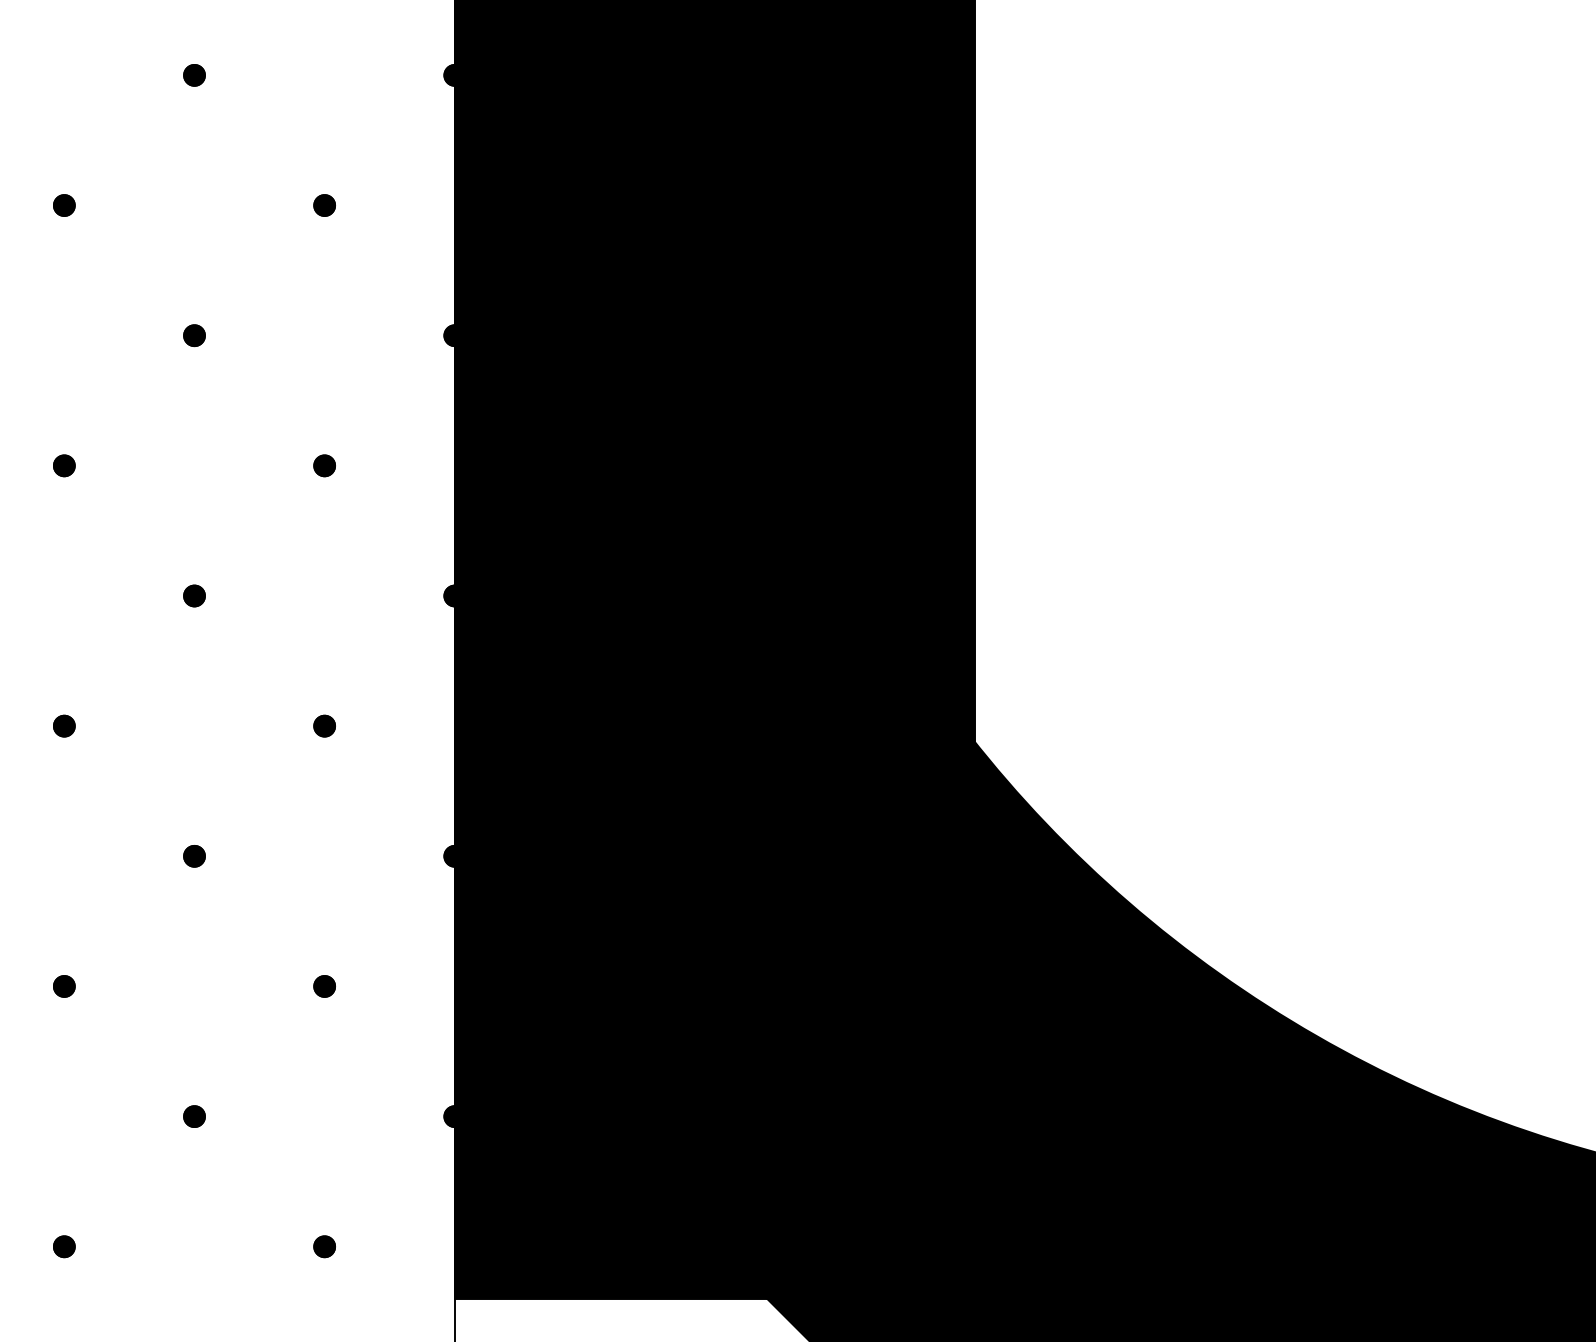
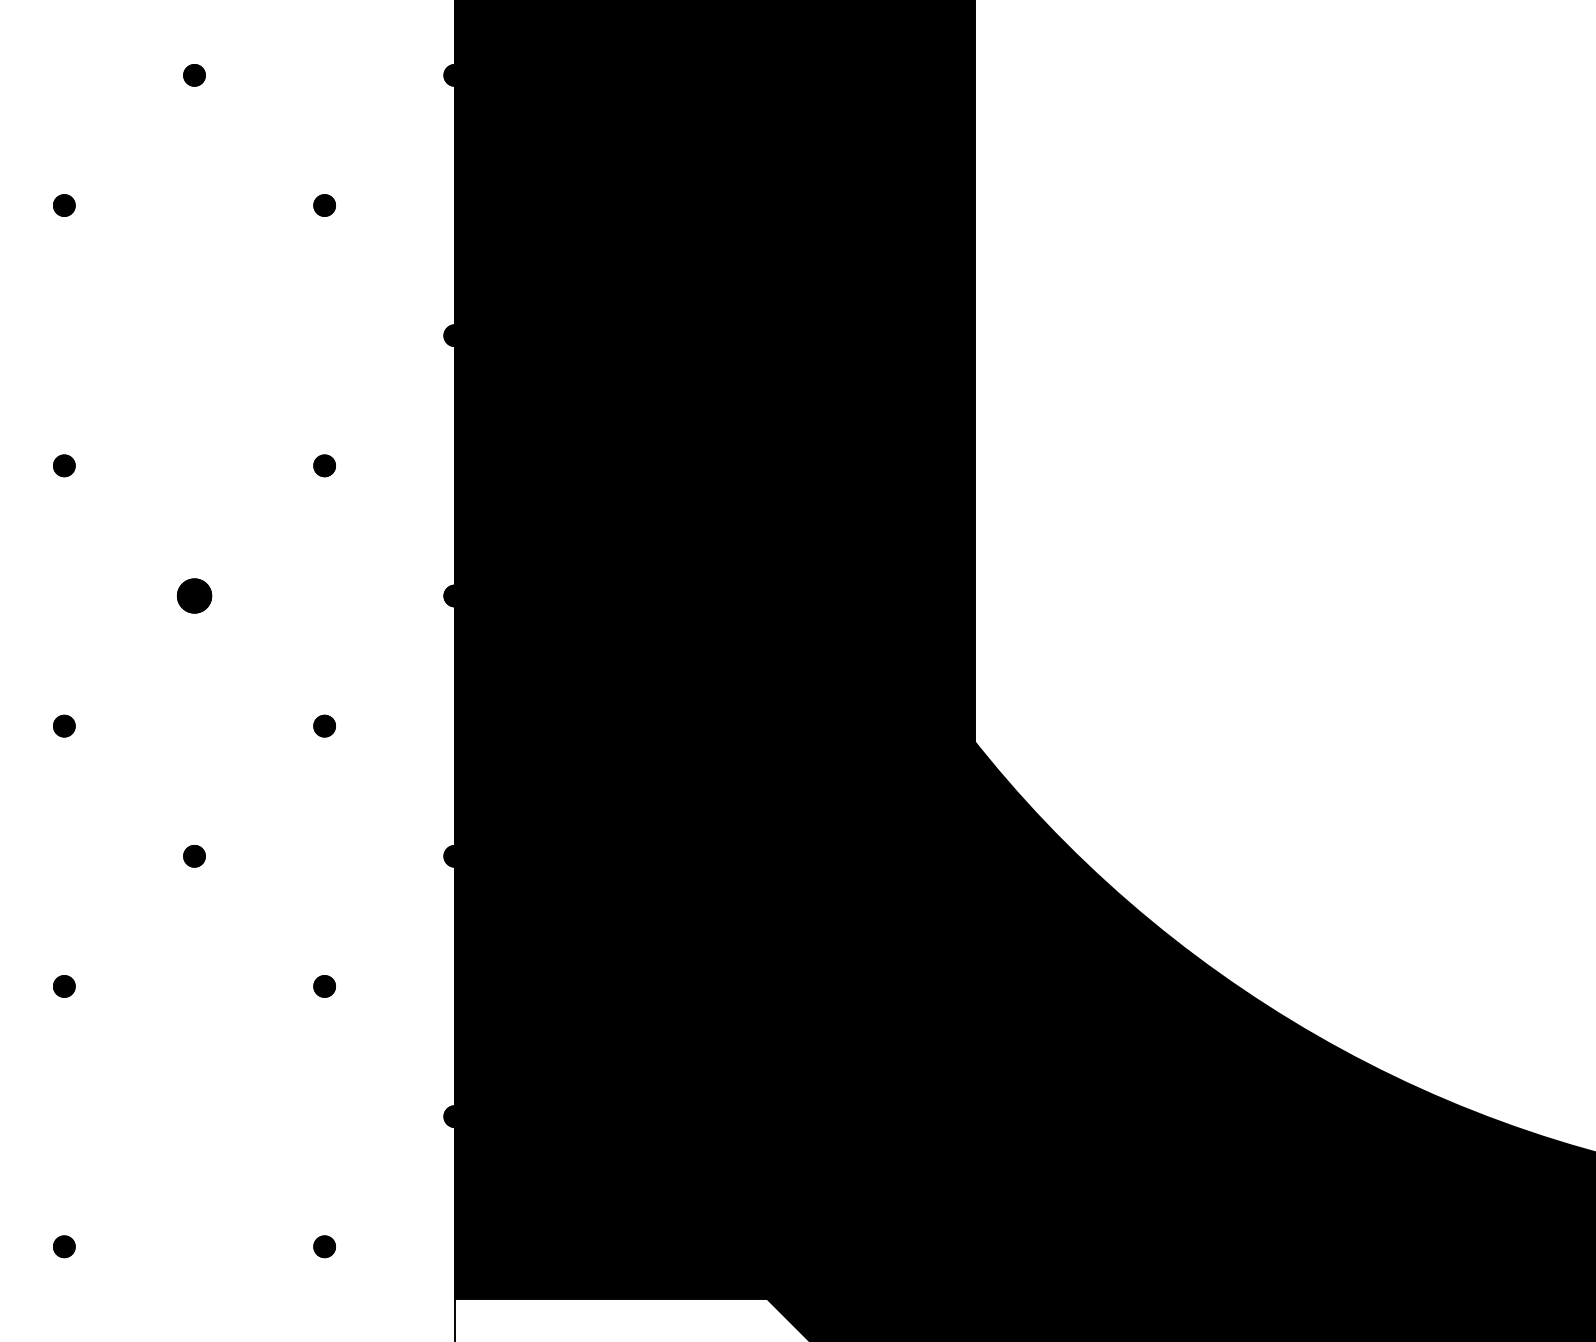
part at (194, 335): present -> none
part at (194, 595) size: 23x24 px -> 37x36 px
part at (194, 1116): present -> none
